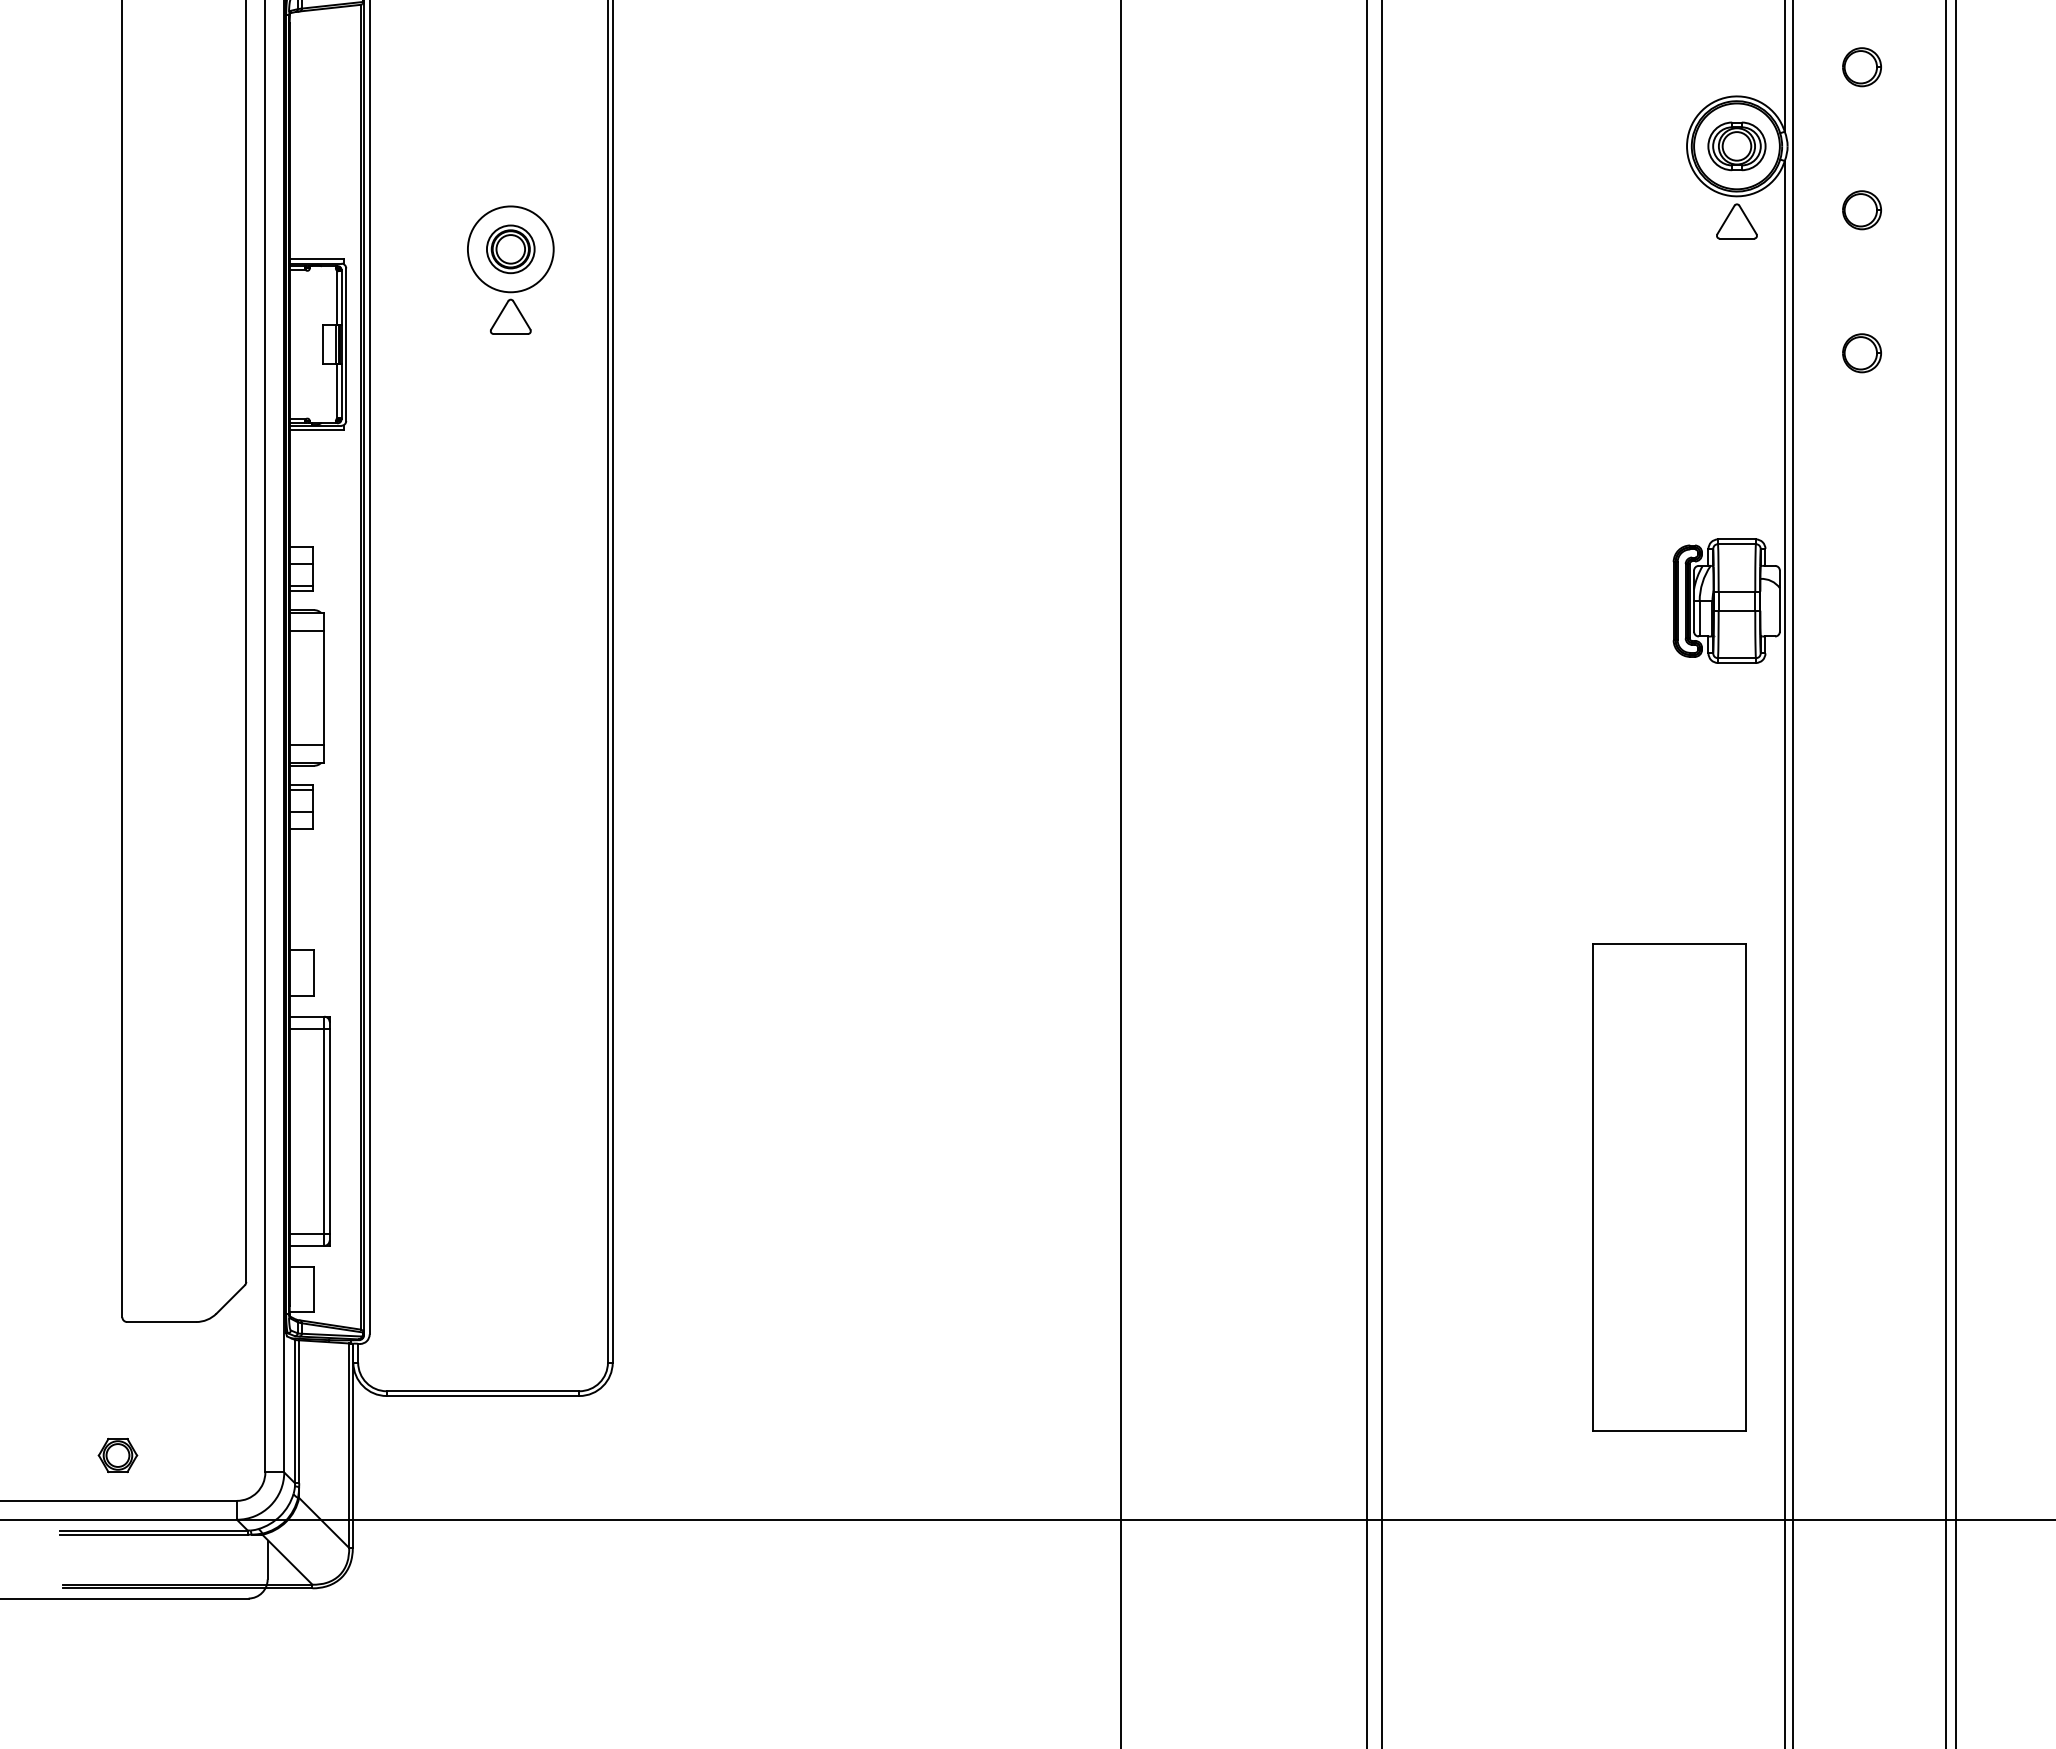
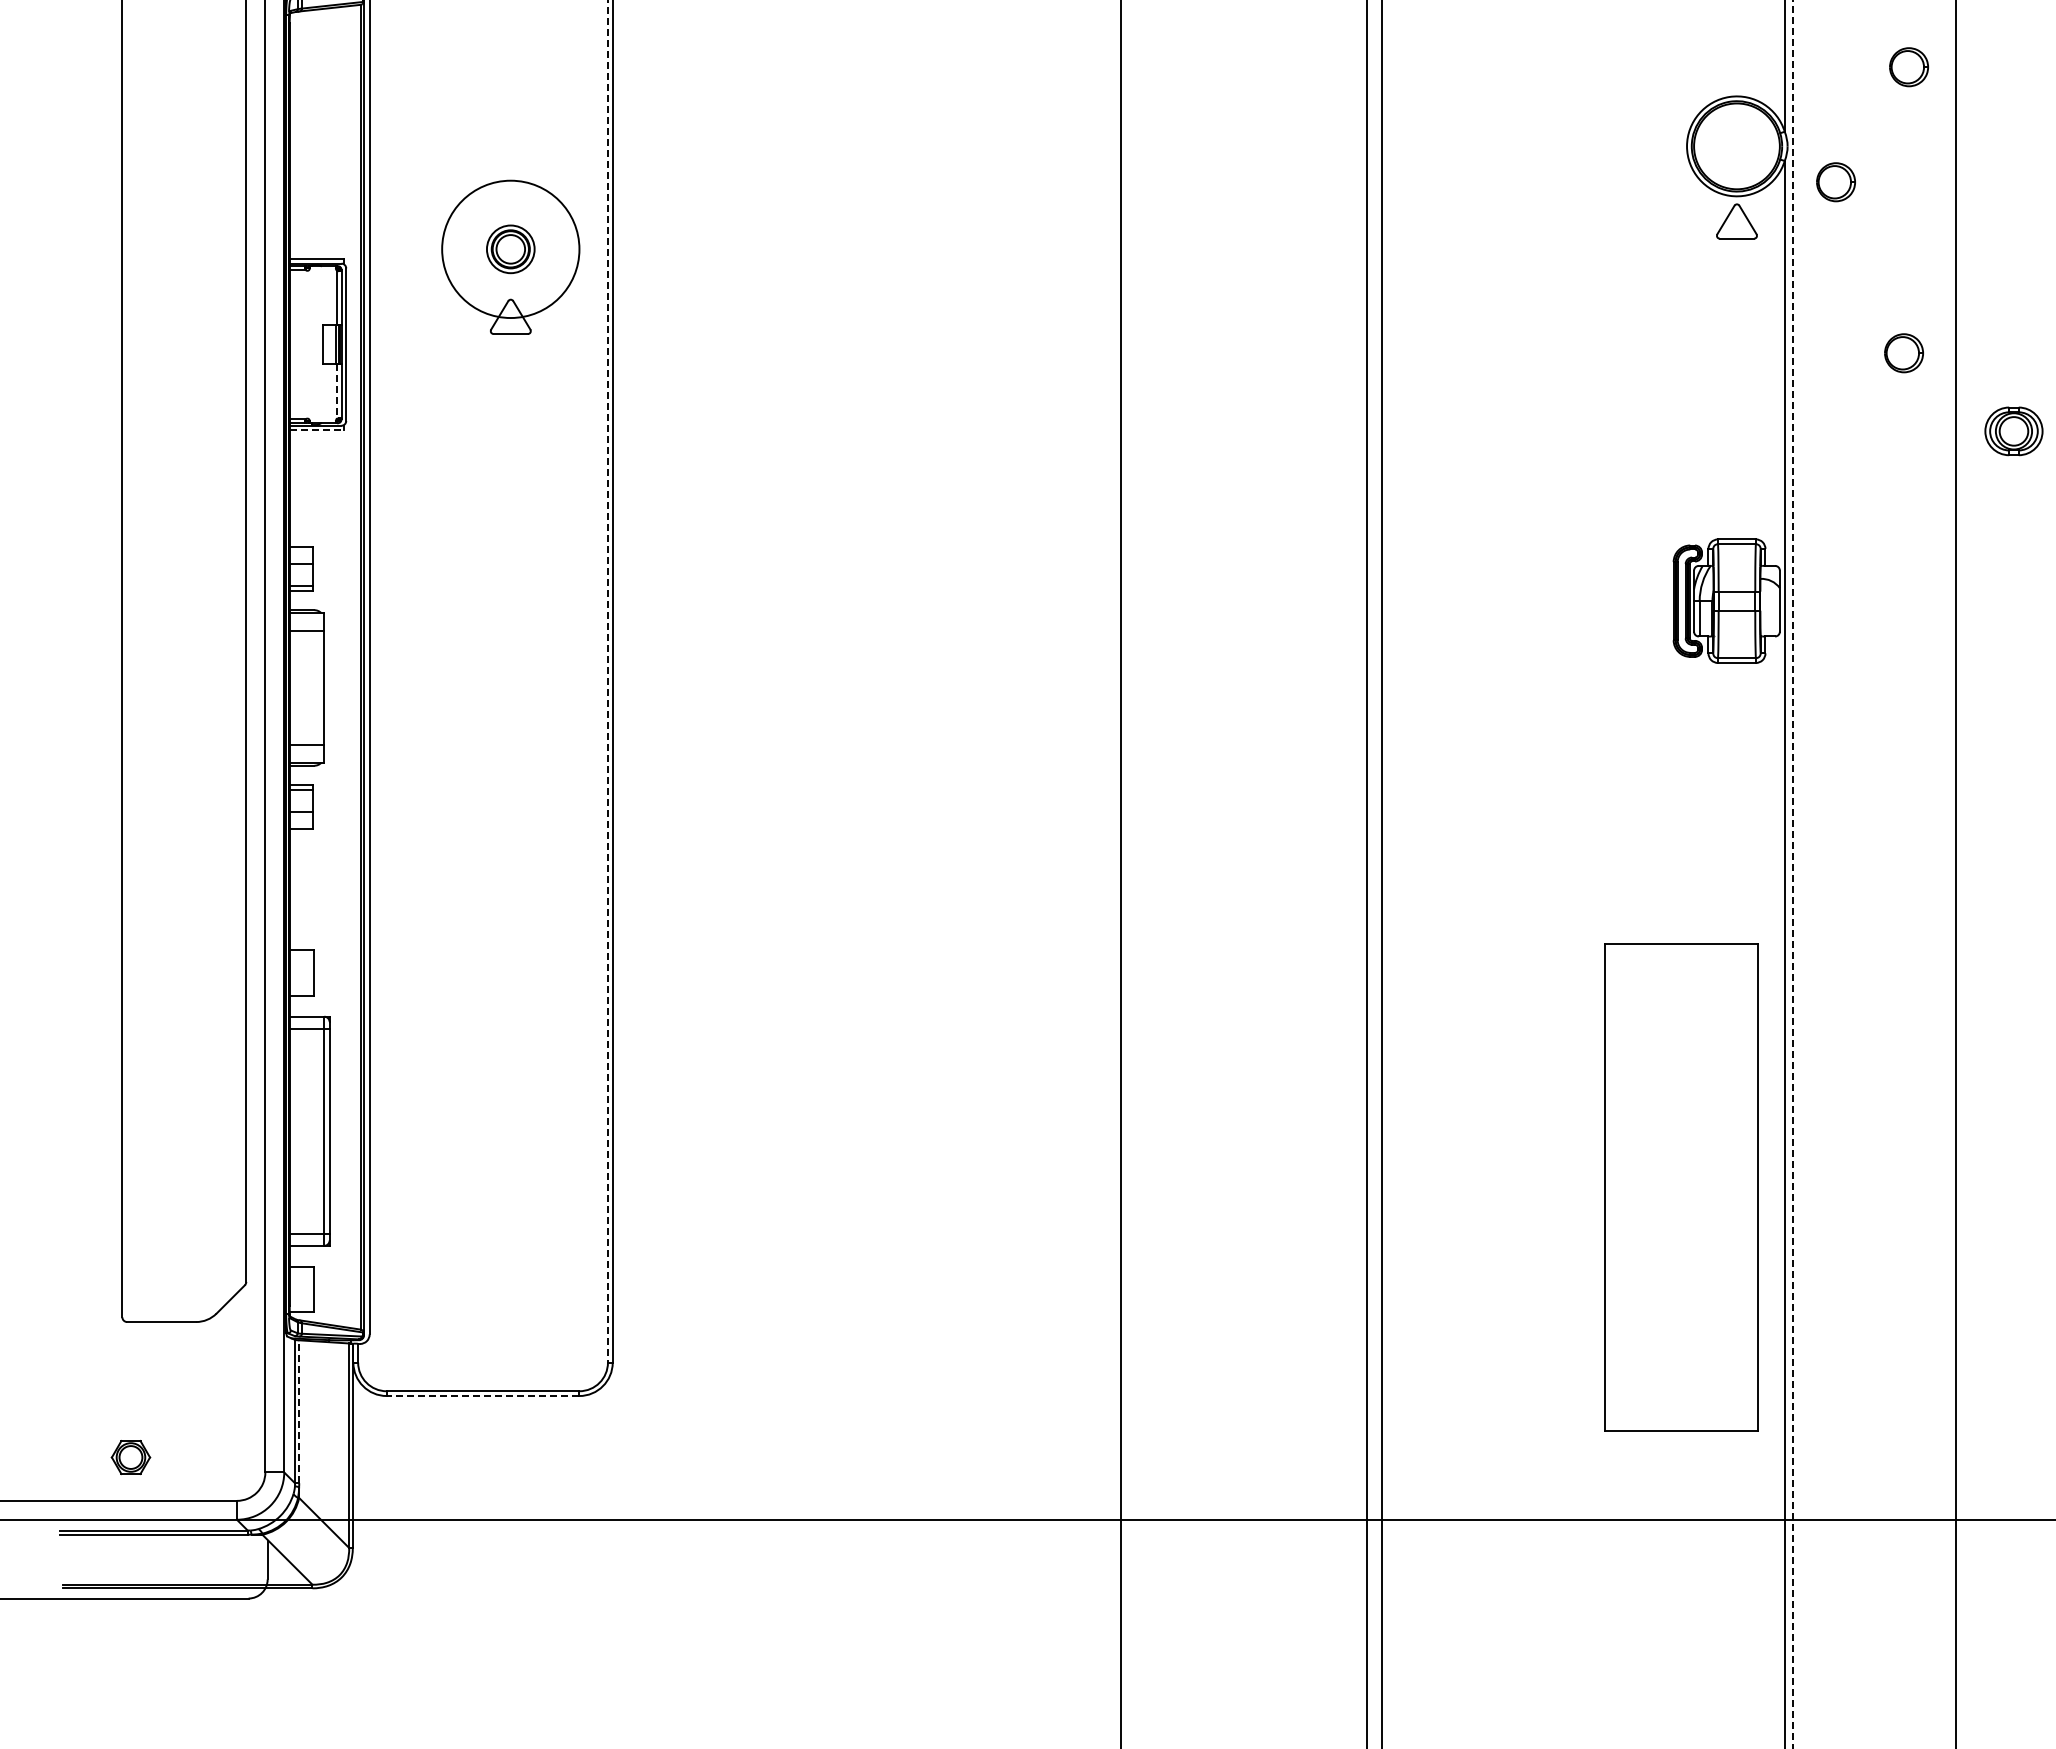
part at (1861, 67) position: (1861, 67) -> (1908, 67)
part at (1736, 146) position: (1736, 146) -> (2013, 431)
part at (1861, 210) position: (1861, 210) -> (1835, 182)
circle at (510, 249) diameter: 86 px -> 137 px
part at (1861, 353) position: (1861, 353) -> (1903, 353)
line at (337, 391): solid -> dashed
line at (317, 430): solid -> dashed
line at (607, 681): solid -> dashed
line at (1945, 873): present -> none
line at (1793, 874): solid -> dashed
part at (1669, 1187) position: (1669, 1187) -> (1681, 1187)
line at (482, 1396): solid -> dashed
line at (299, 1411): solid -> dashed
part at (117, 1455) position: (117, 1455) -> (130, 1457)
